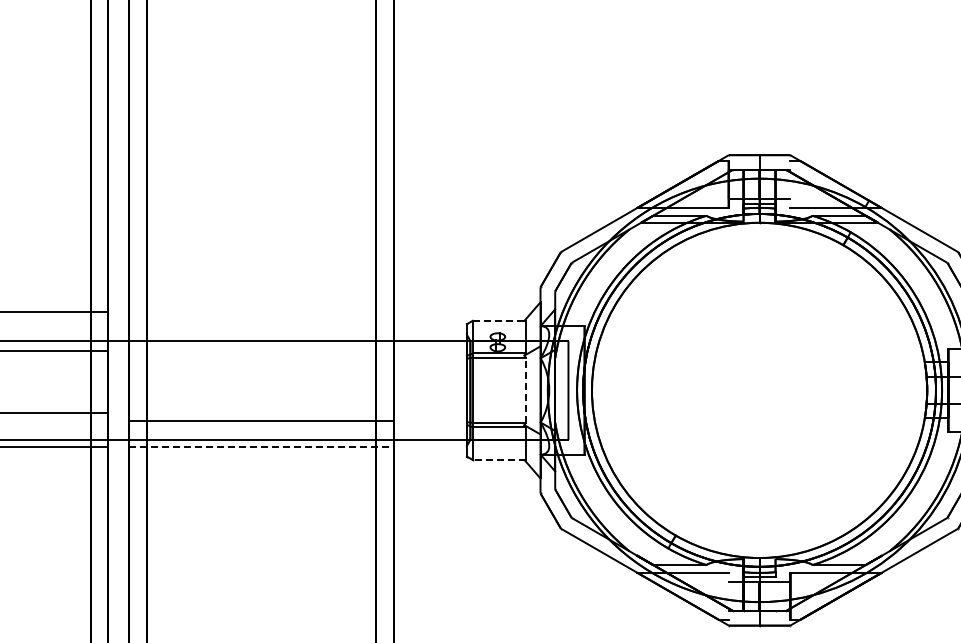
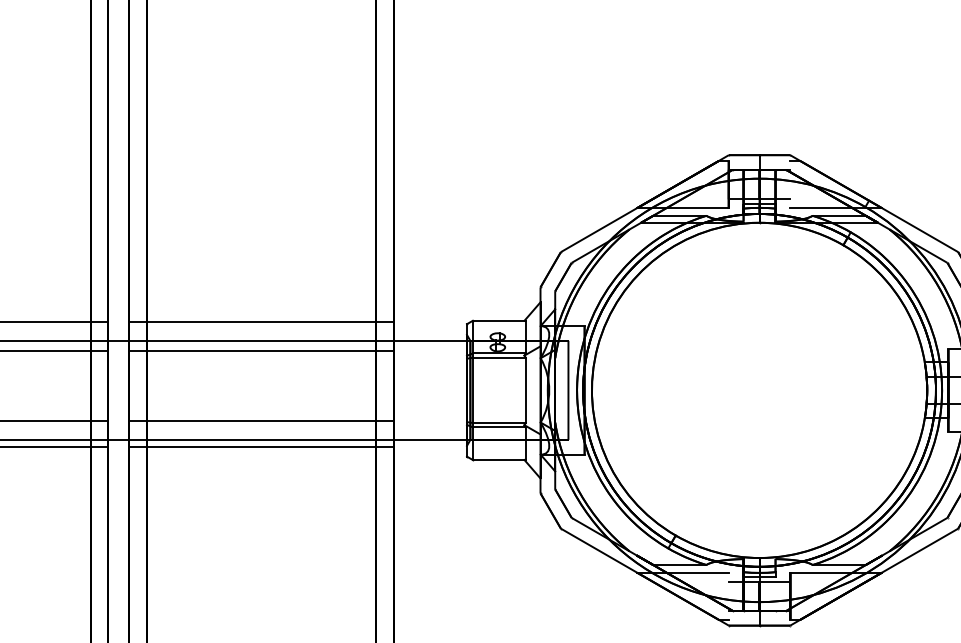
line at (55, 311) position: (55, 311) -> (55, 321)
line at (499, 320): dashed -> solid
line at (260, 321): none -> present
line at (260, 351): none -> present
line at (525, 390): dashed -> solid
line at (55, 412) position: (55, 412) -> (55, 420)
line at (261, 447): dashed -> solid
line at (498, 460): dashed -> solid
